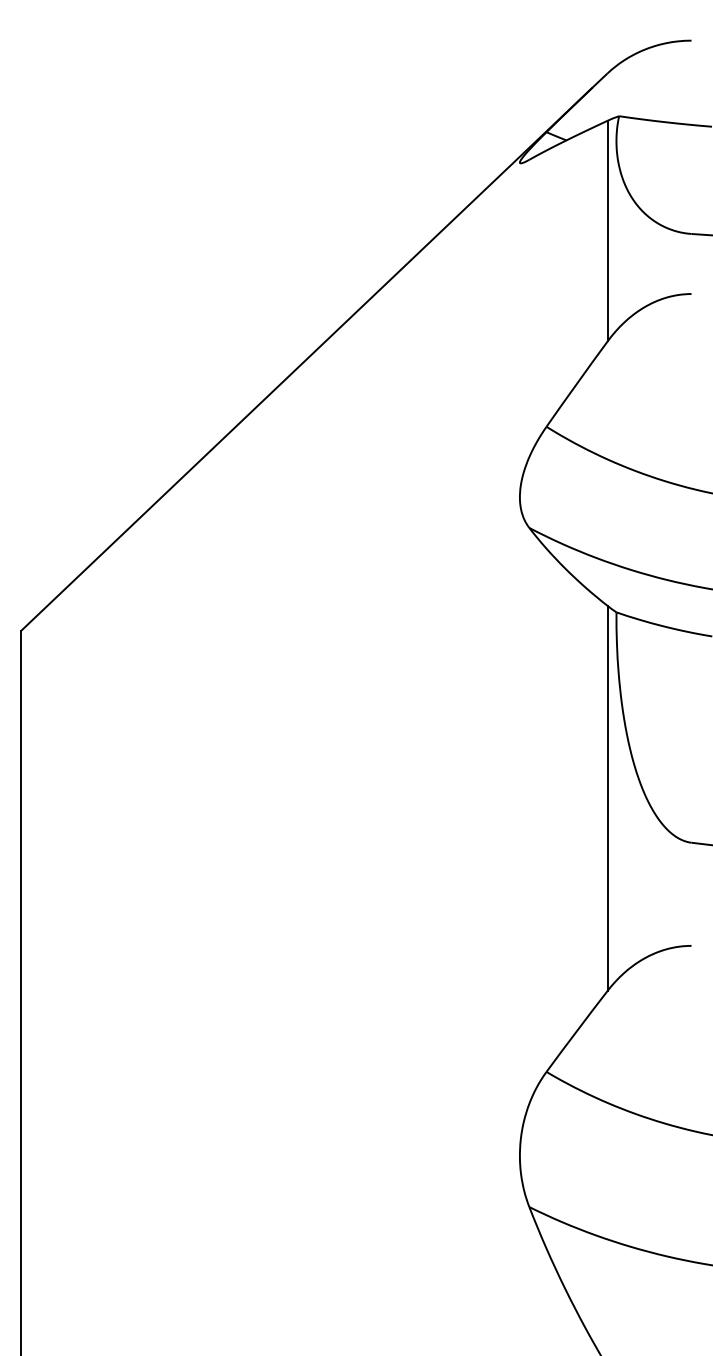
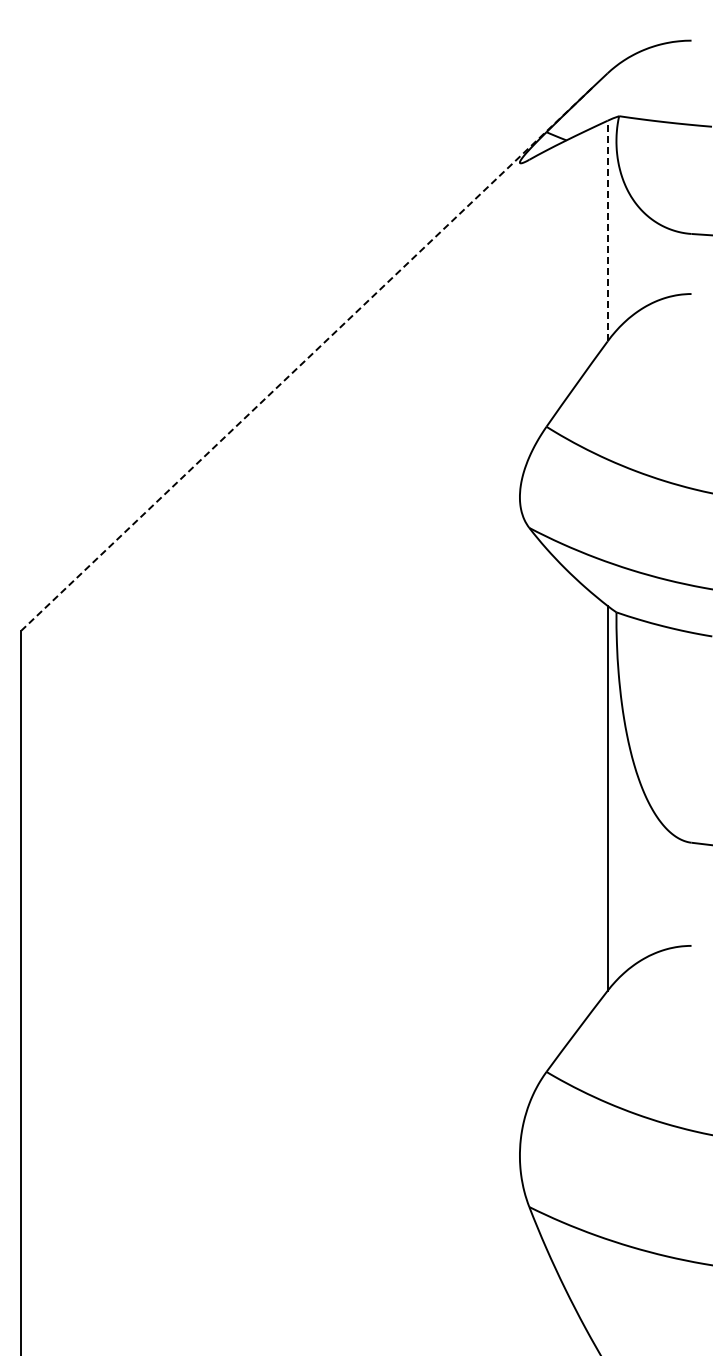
line at (607, 230): solid -> dashed
line at (306, 359): solid -> dashed
